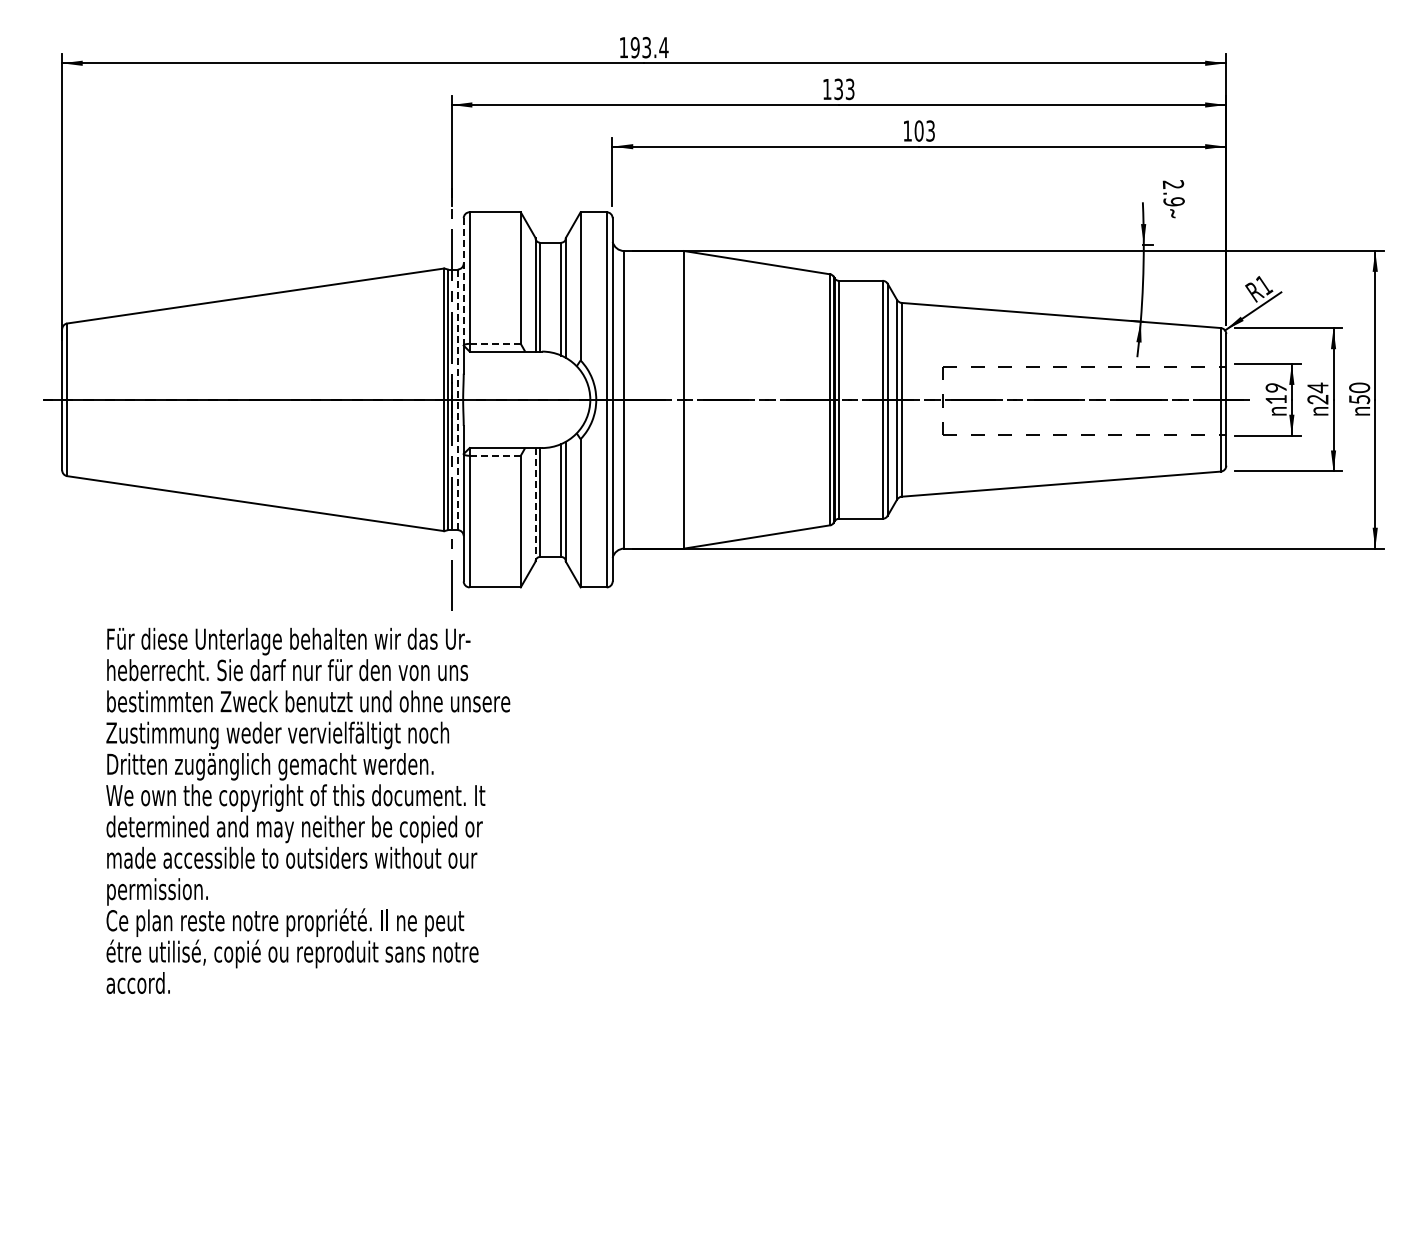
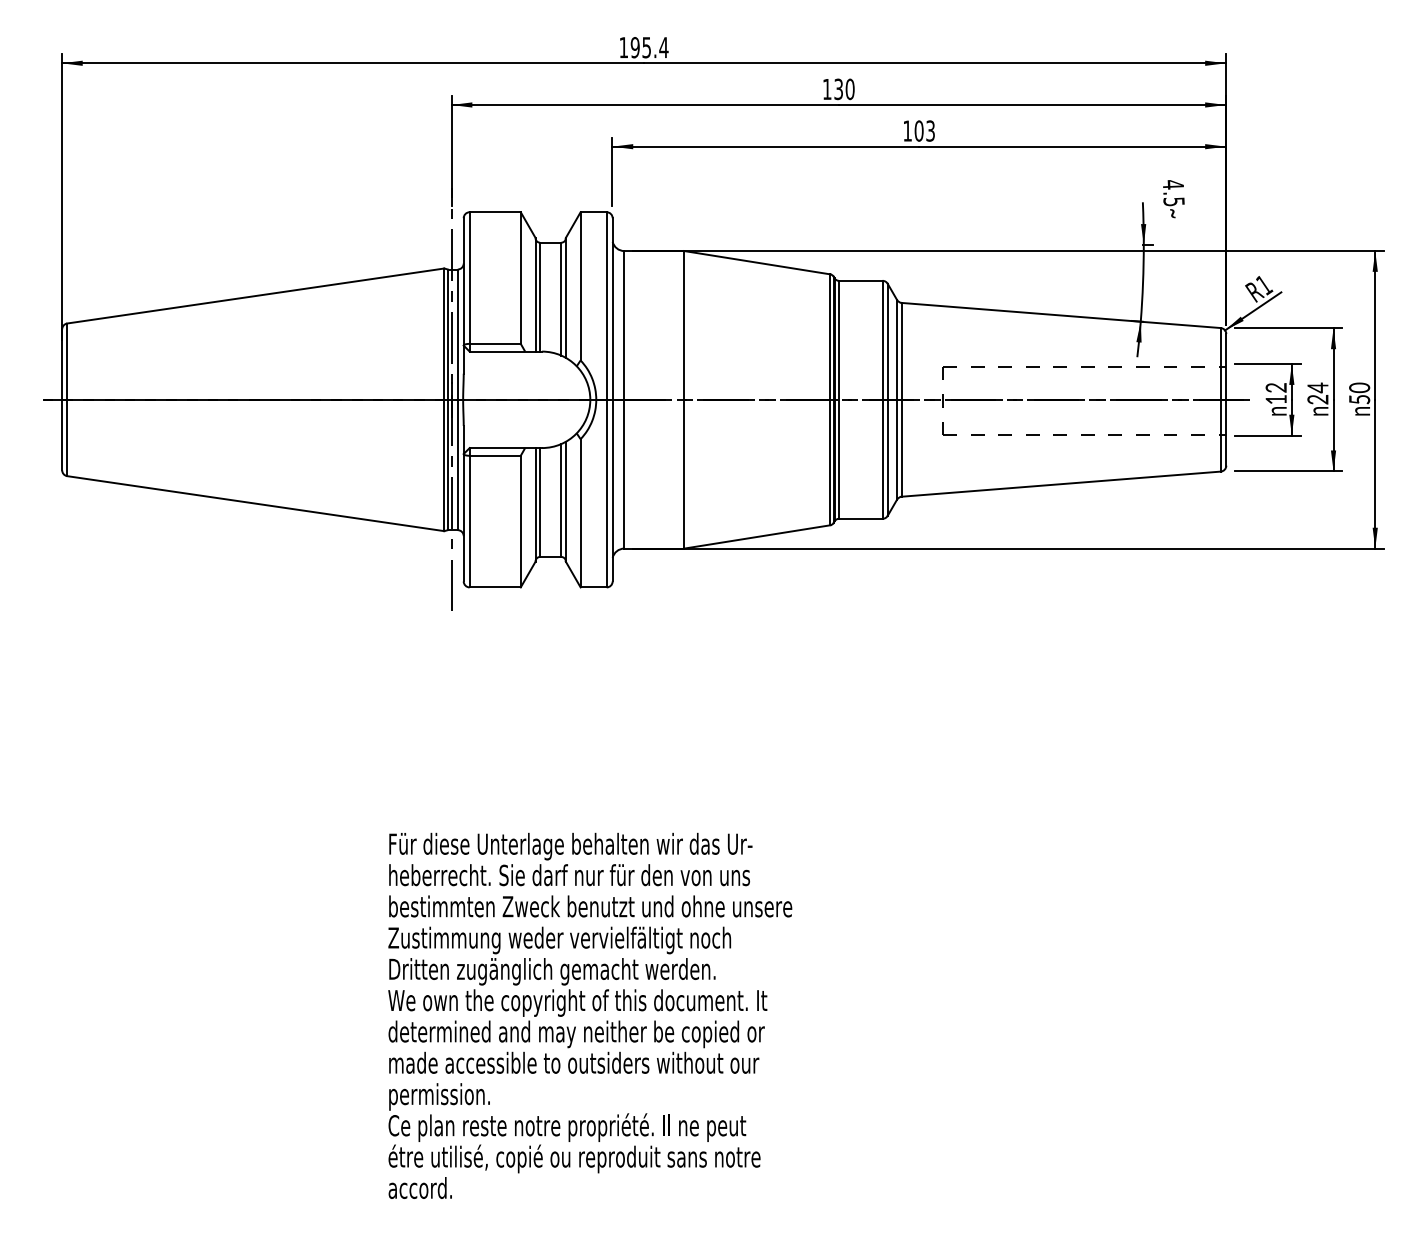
text at (646, 46): 193.4 -> 195.4
text at (849, 89): 133 -> 130
text at (1173, 193): 2.9 -> 4.5
line at (463, 281): dashed -> solid
line at (495, 343): dashed -> solid
text at (1276, 387): 19 -> 12
line at (457, 400): dashed -> solid
line at (495, 455): dashed -> solid
line at (535, 504): dashed -> solid
text at (308, 810) position: (308, 810) -> (590, 1015)
